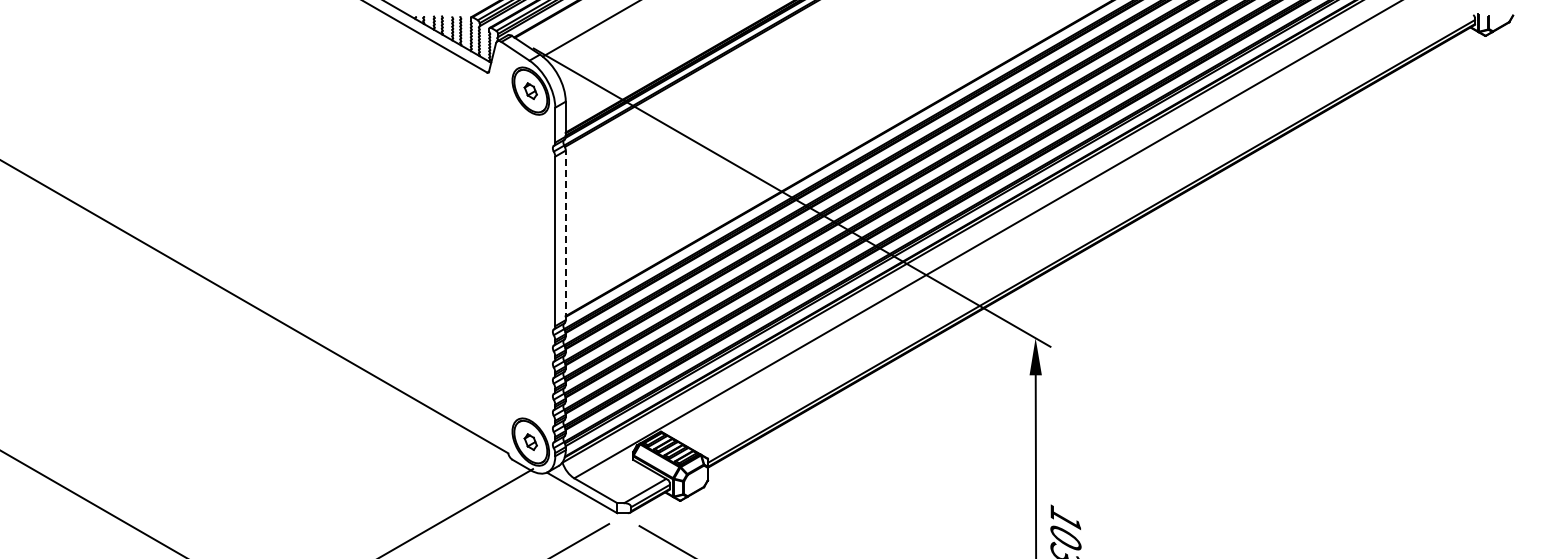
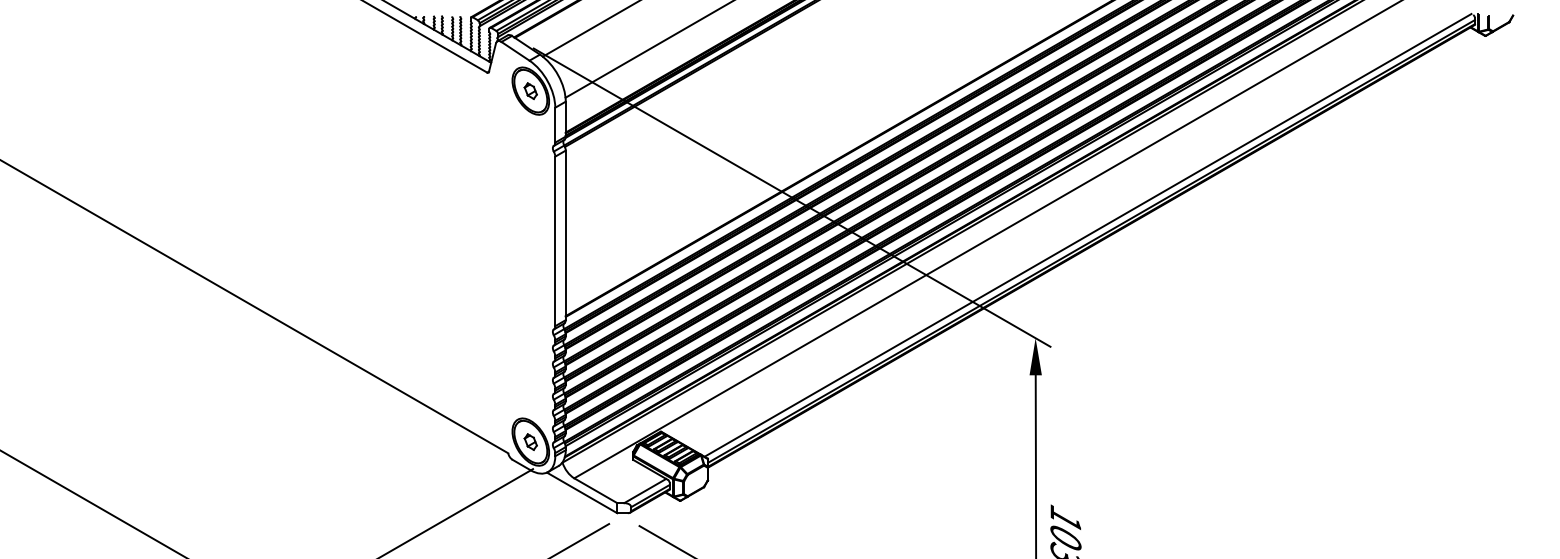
line at (648, 49): none -> present
line at (565, 235): dashed -> solid
line at (1087, 235): none -> present
